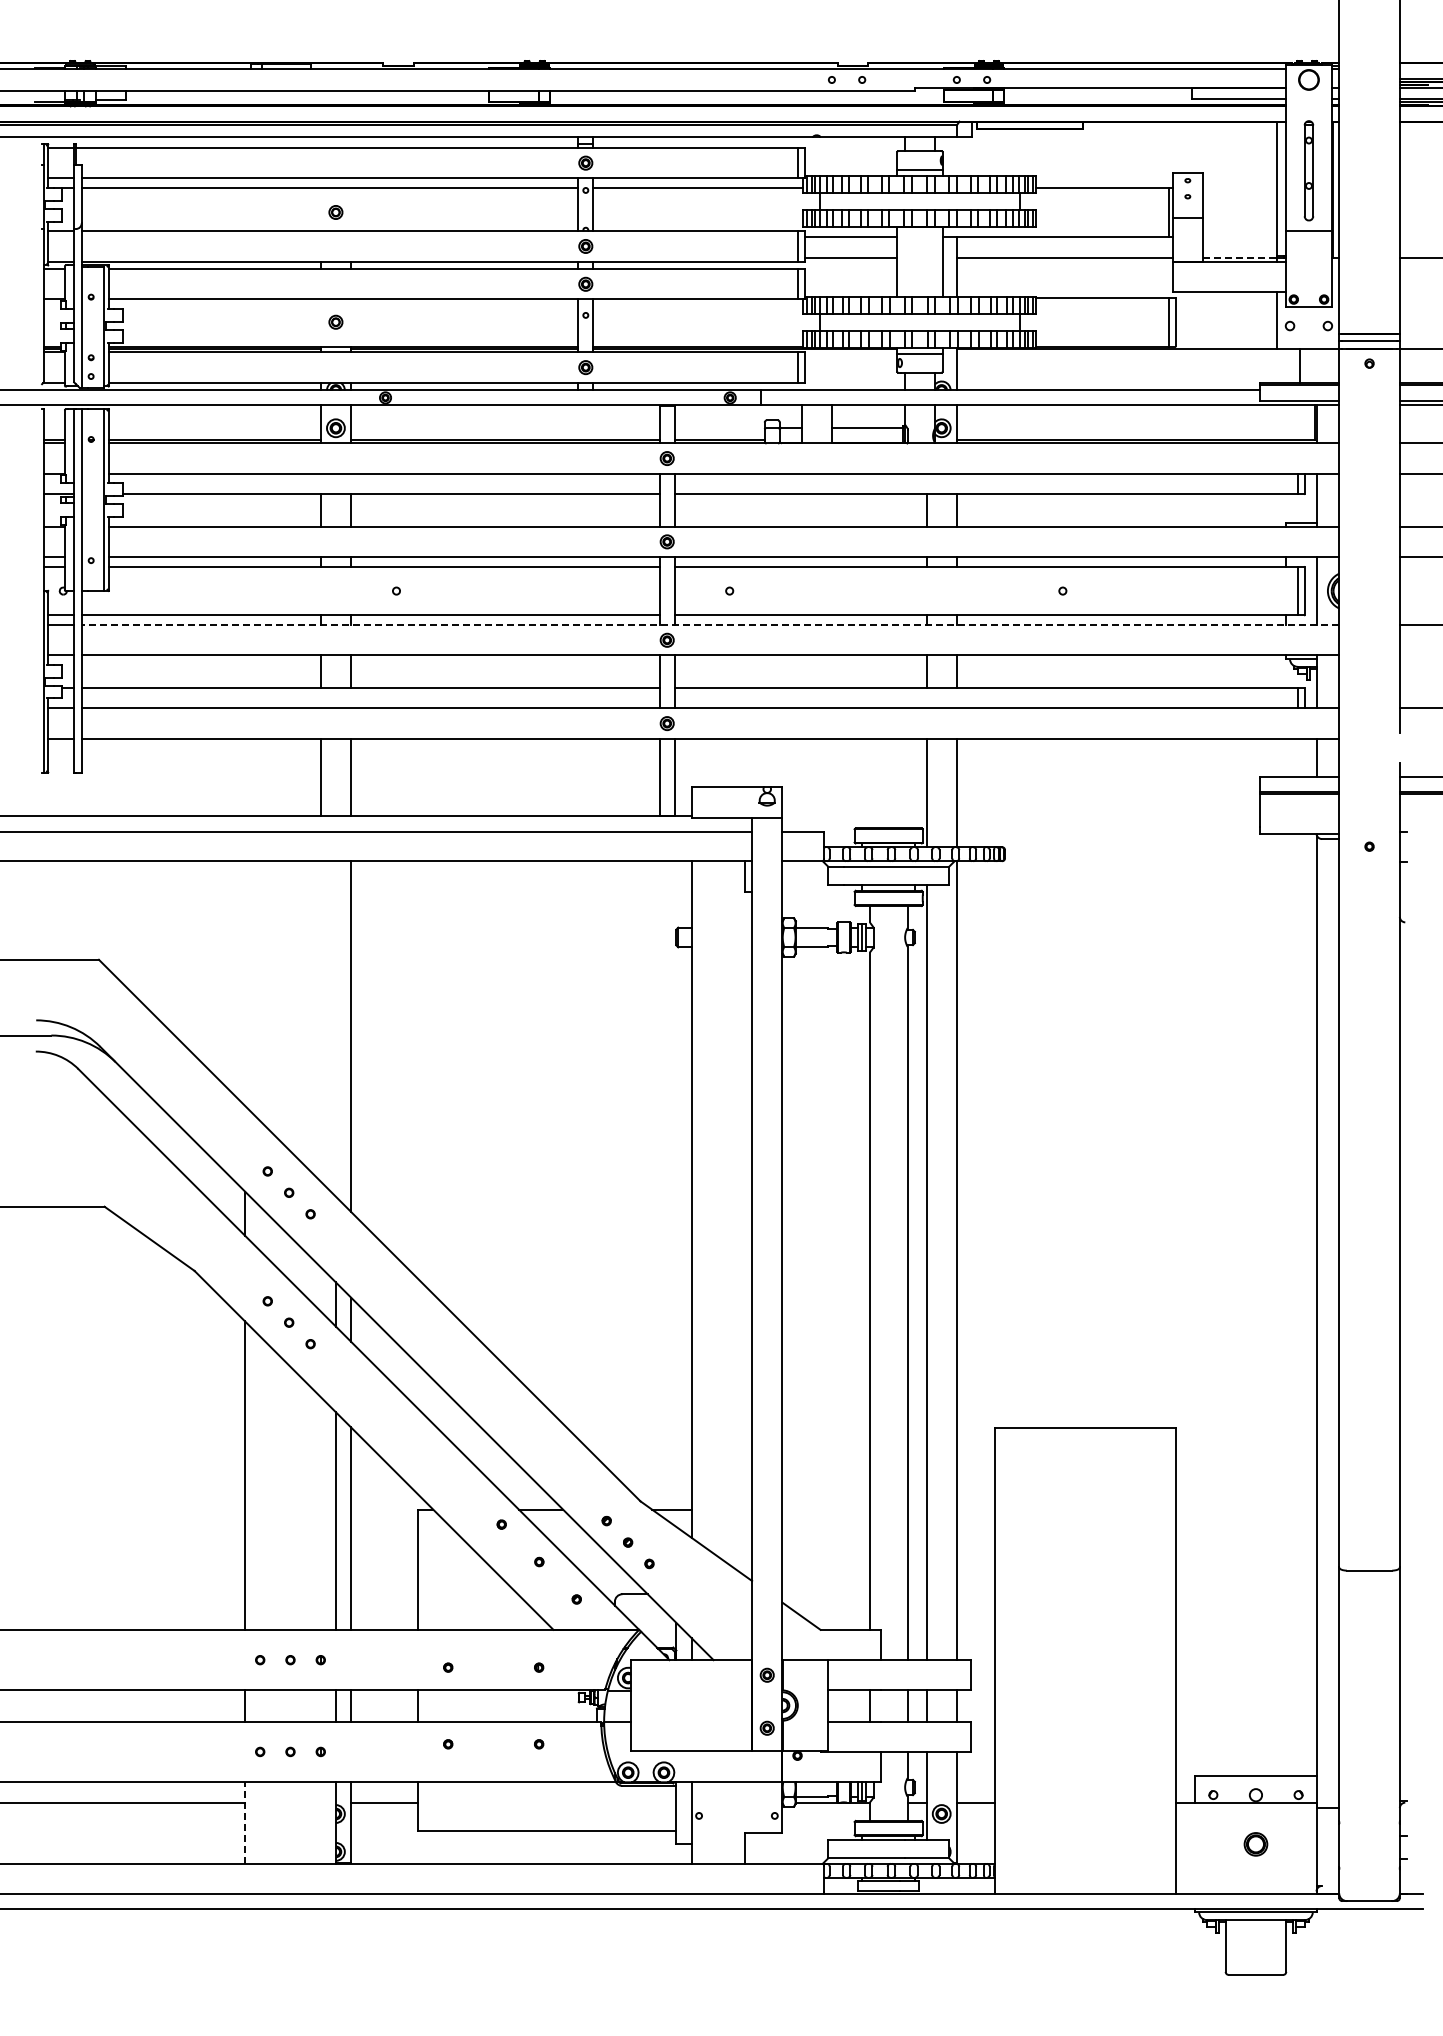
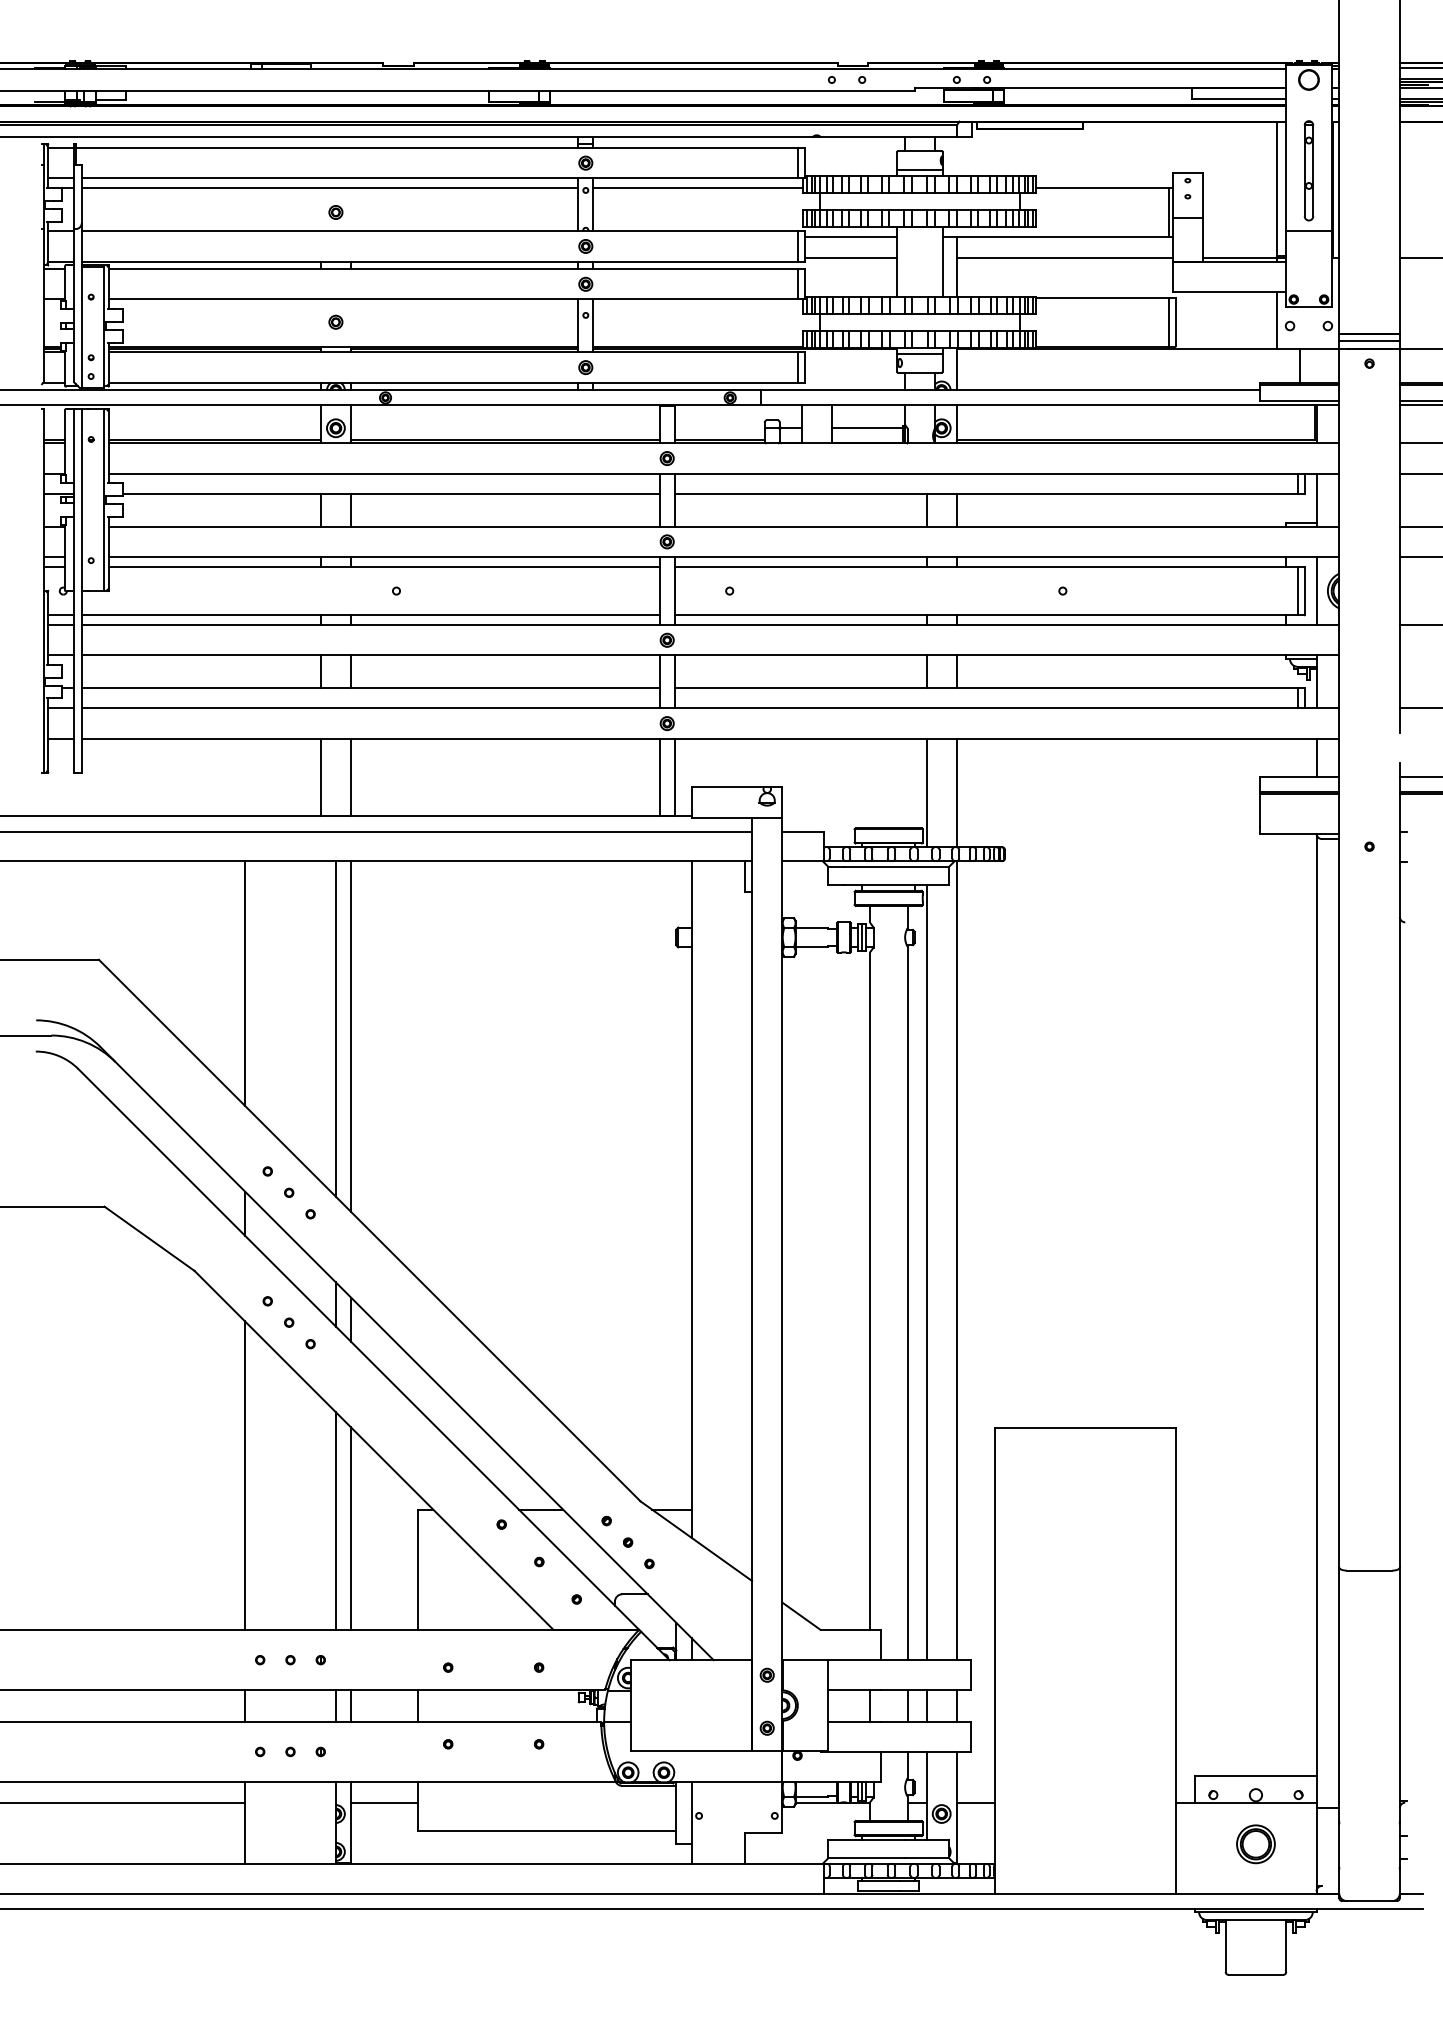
line at (1419, 67): none -> present
line at (1239, 257): dashed -> solid
line at (710, 625): dashed -> solid
line at (245, 983): none -> present
line at (335, 1028): none -> present
line at (245, 1823): dashed -> solid
part at (1255, 1844) size: 26x25 px -> 40x41 px
